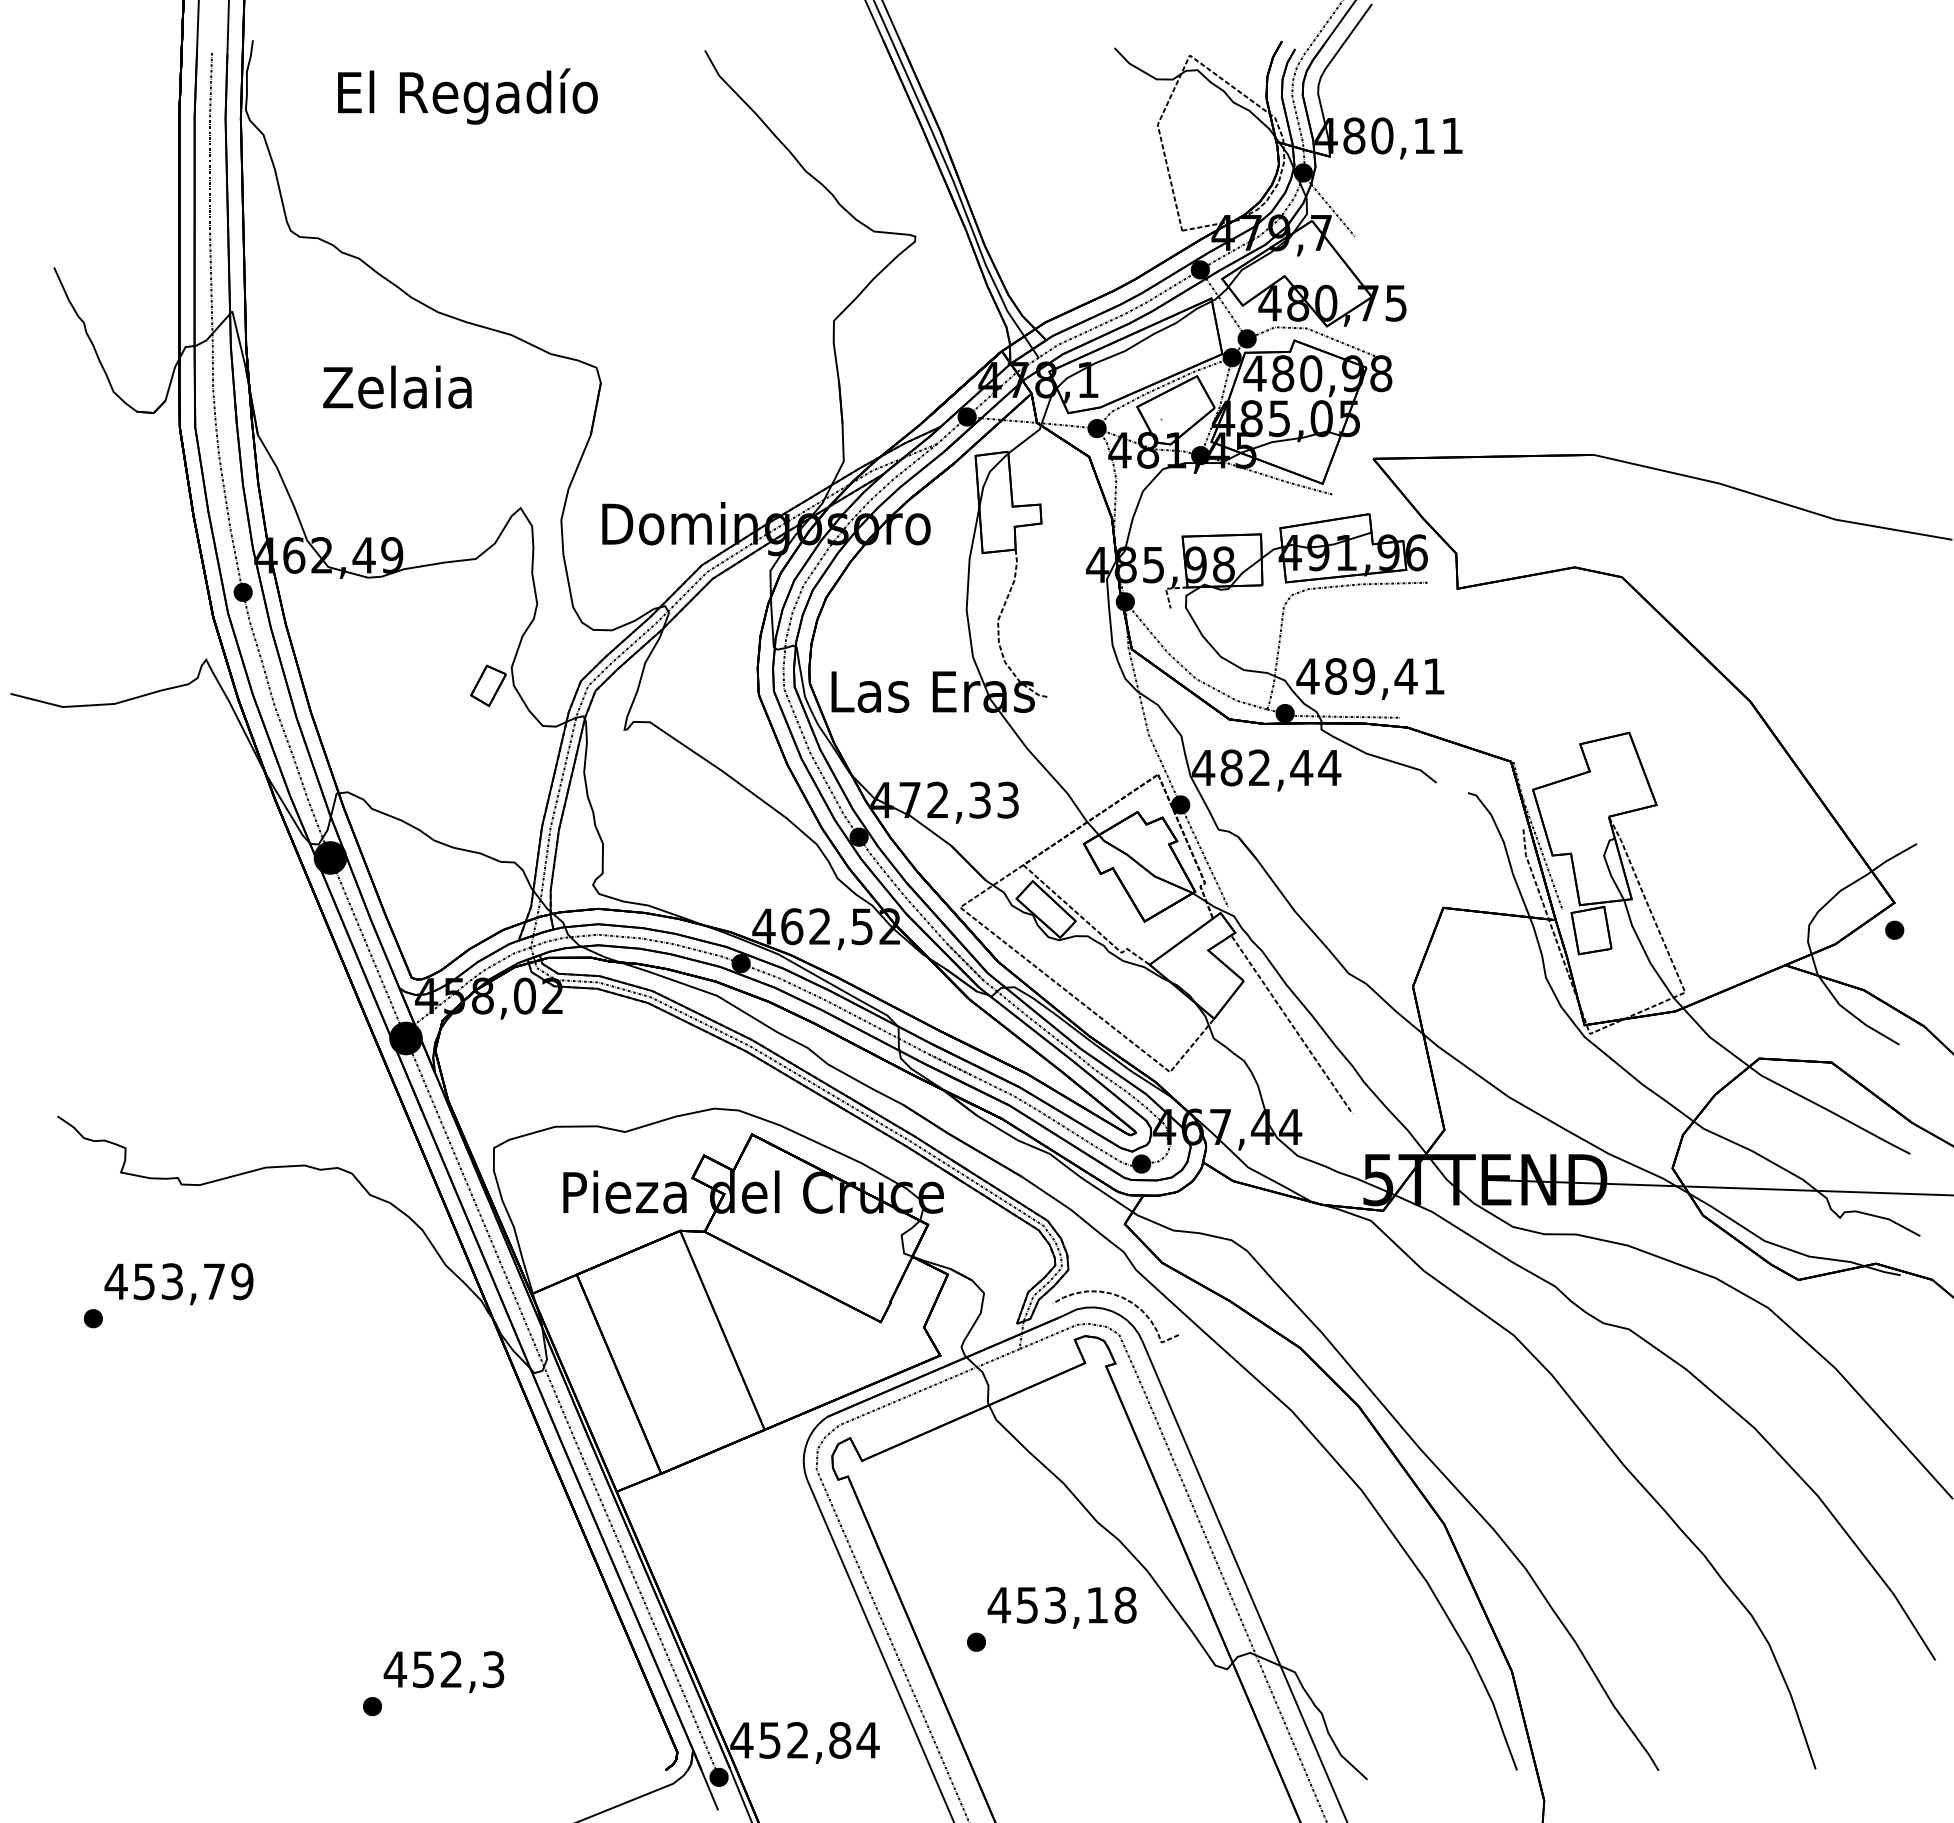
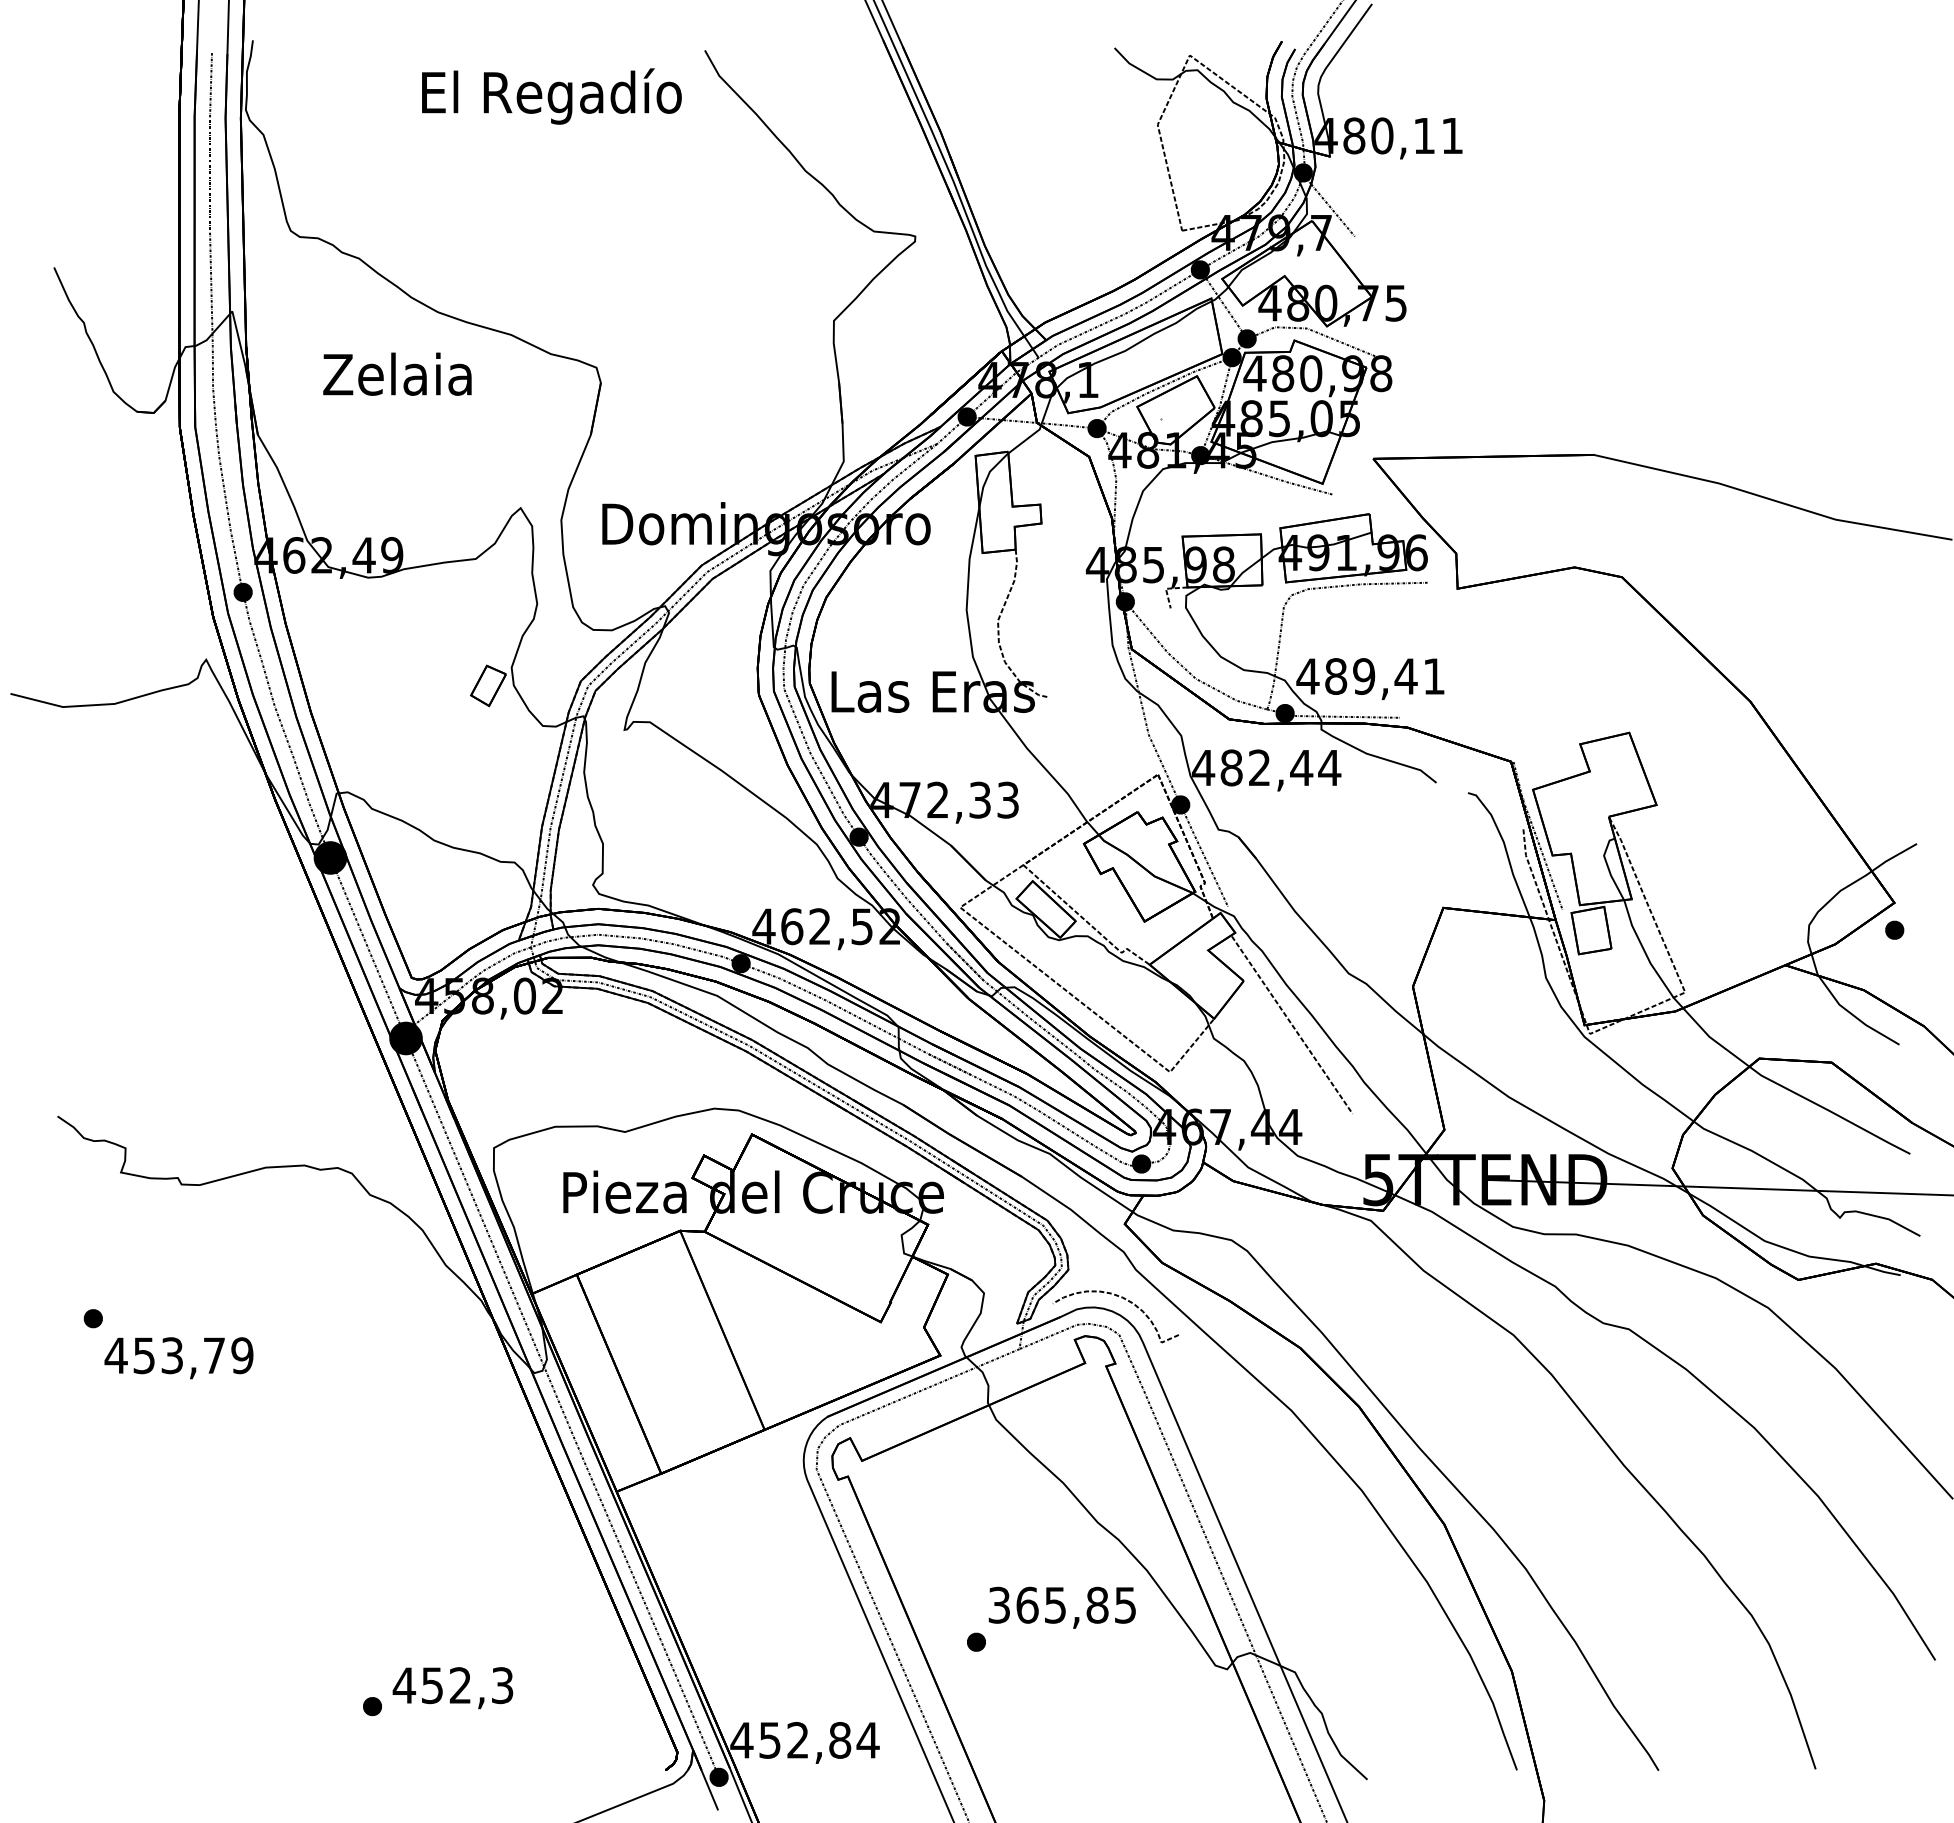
text at (467, 96) position: (467, 96) -> (551, 96)
text at (397, 386) position: (397, 386) -> (397, 373)
text at (178, 1284) position: (178, 1284) -> (178, 1358)
text at (1061, 1604): 453,18 -> 365,85
text at (443, 1672) position: (443, 1672) -> (452, 1688)
